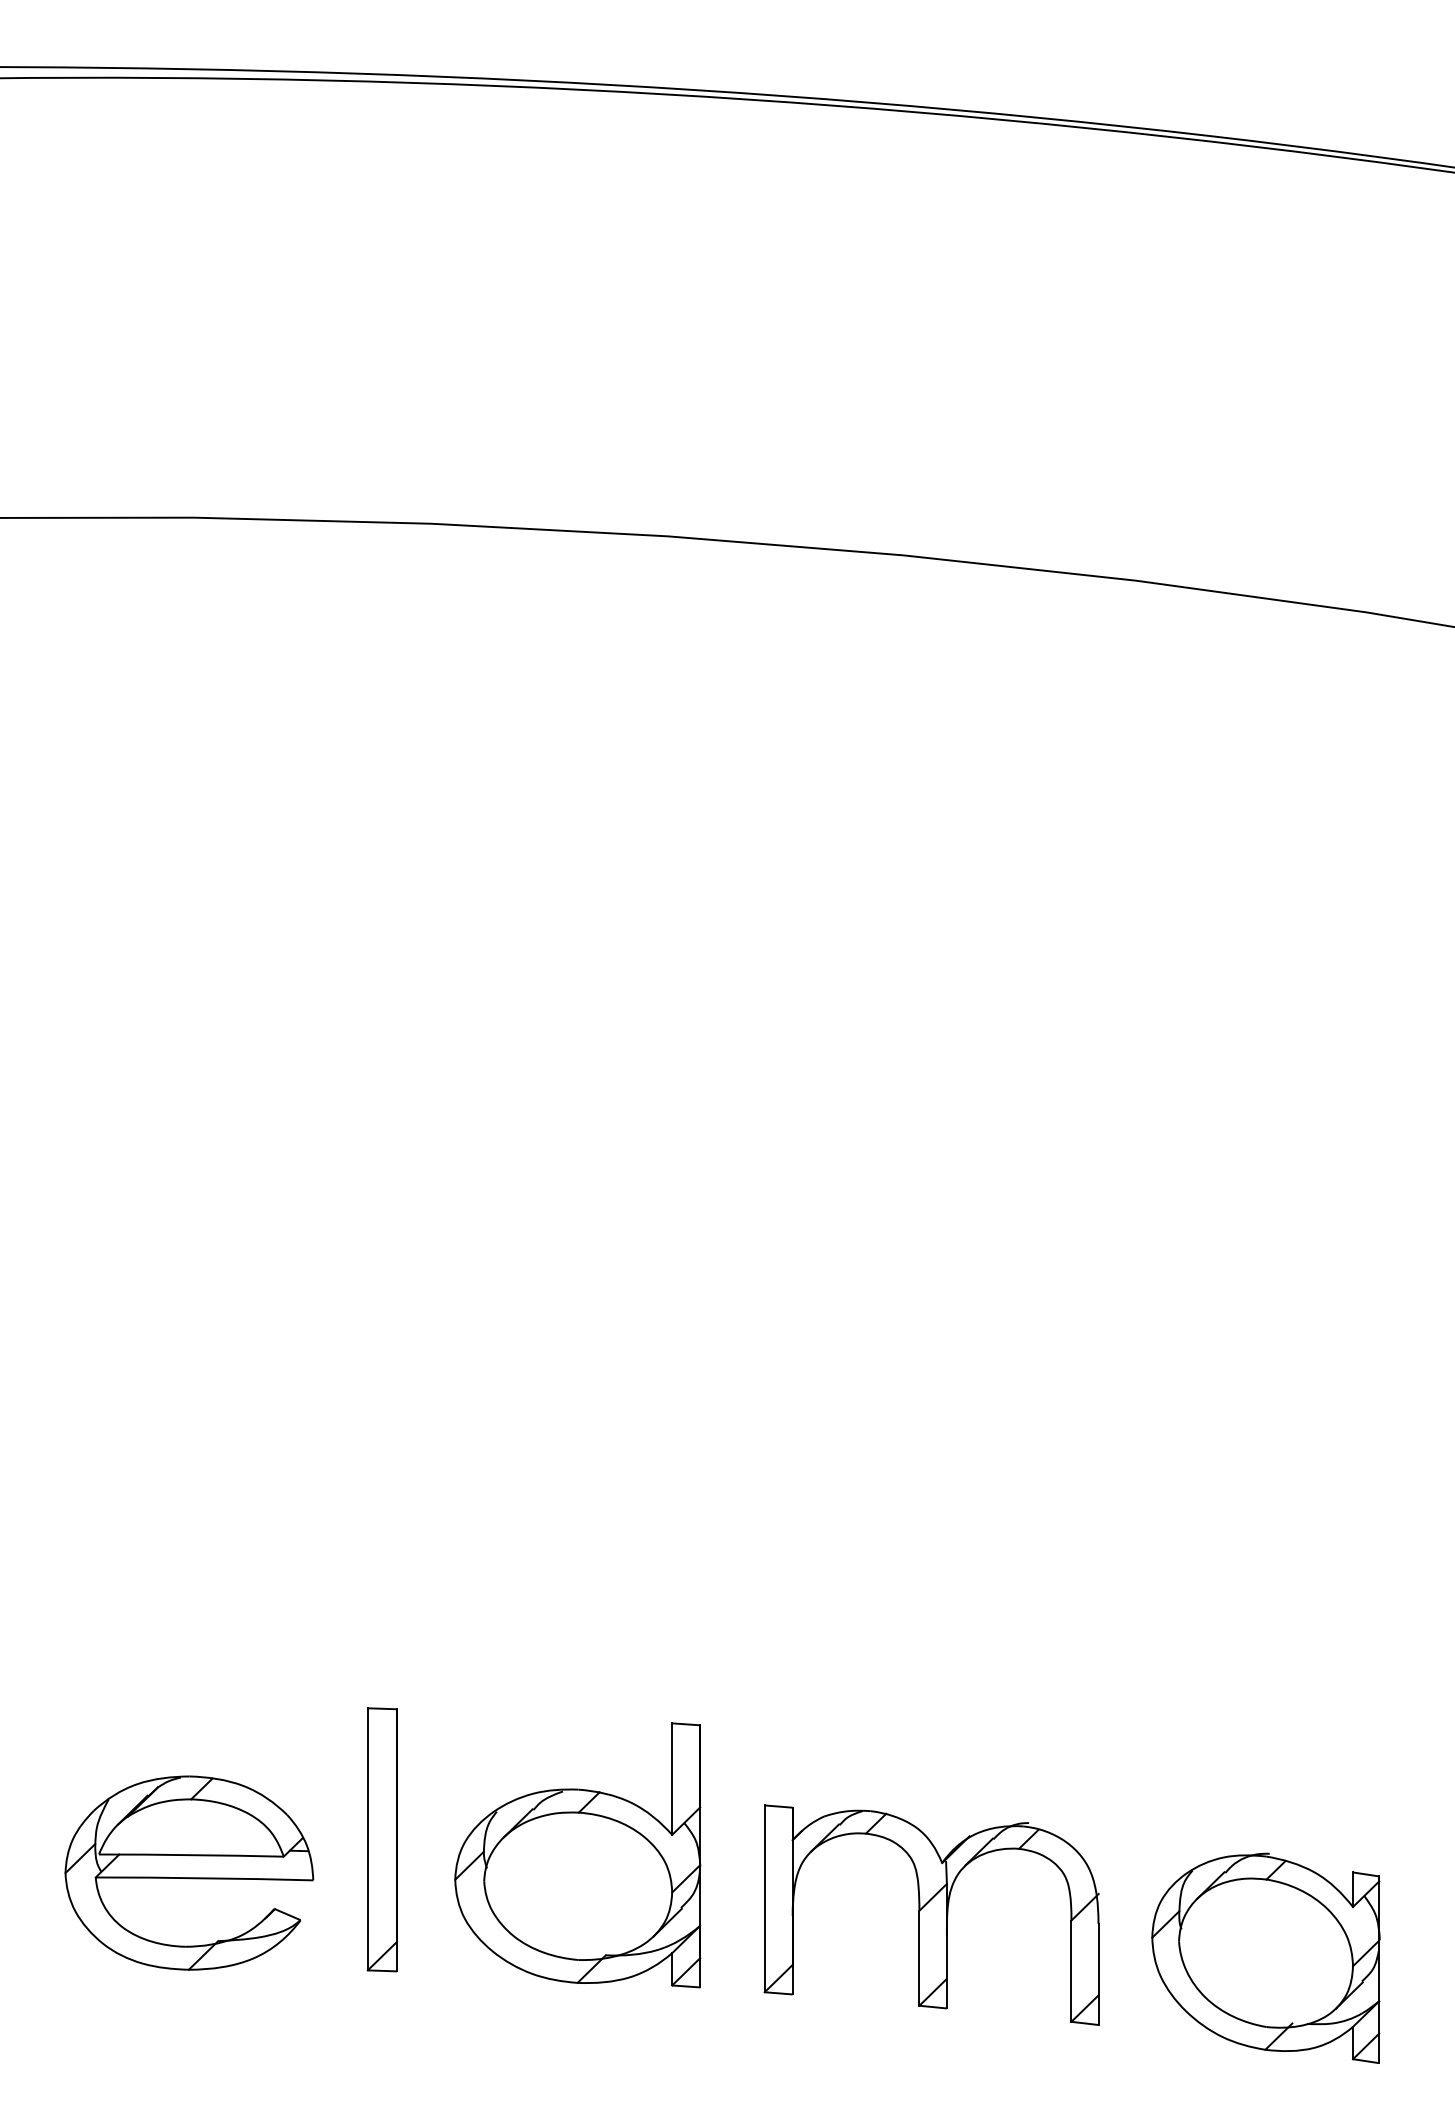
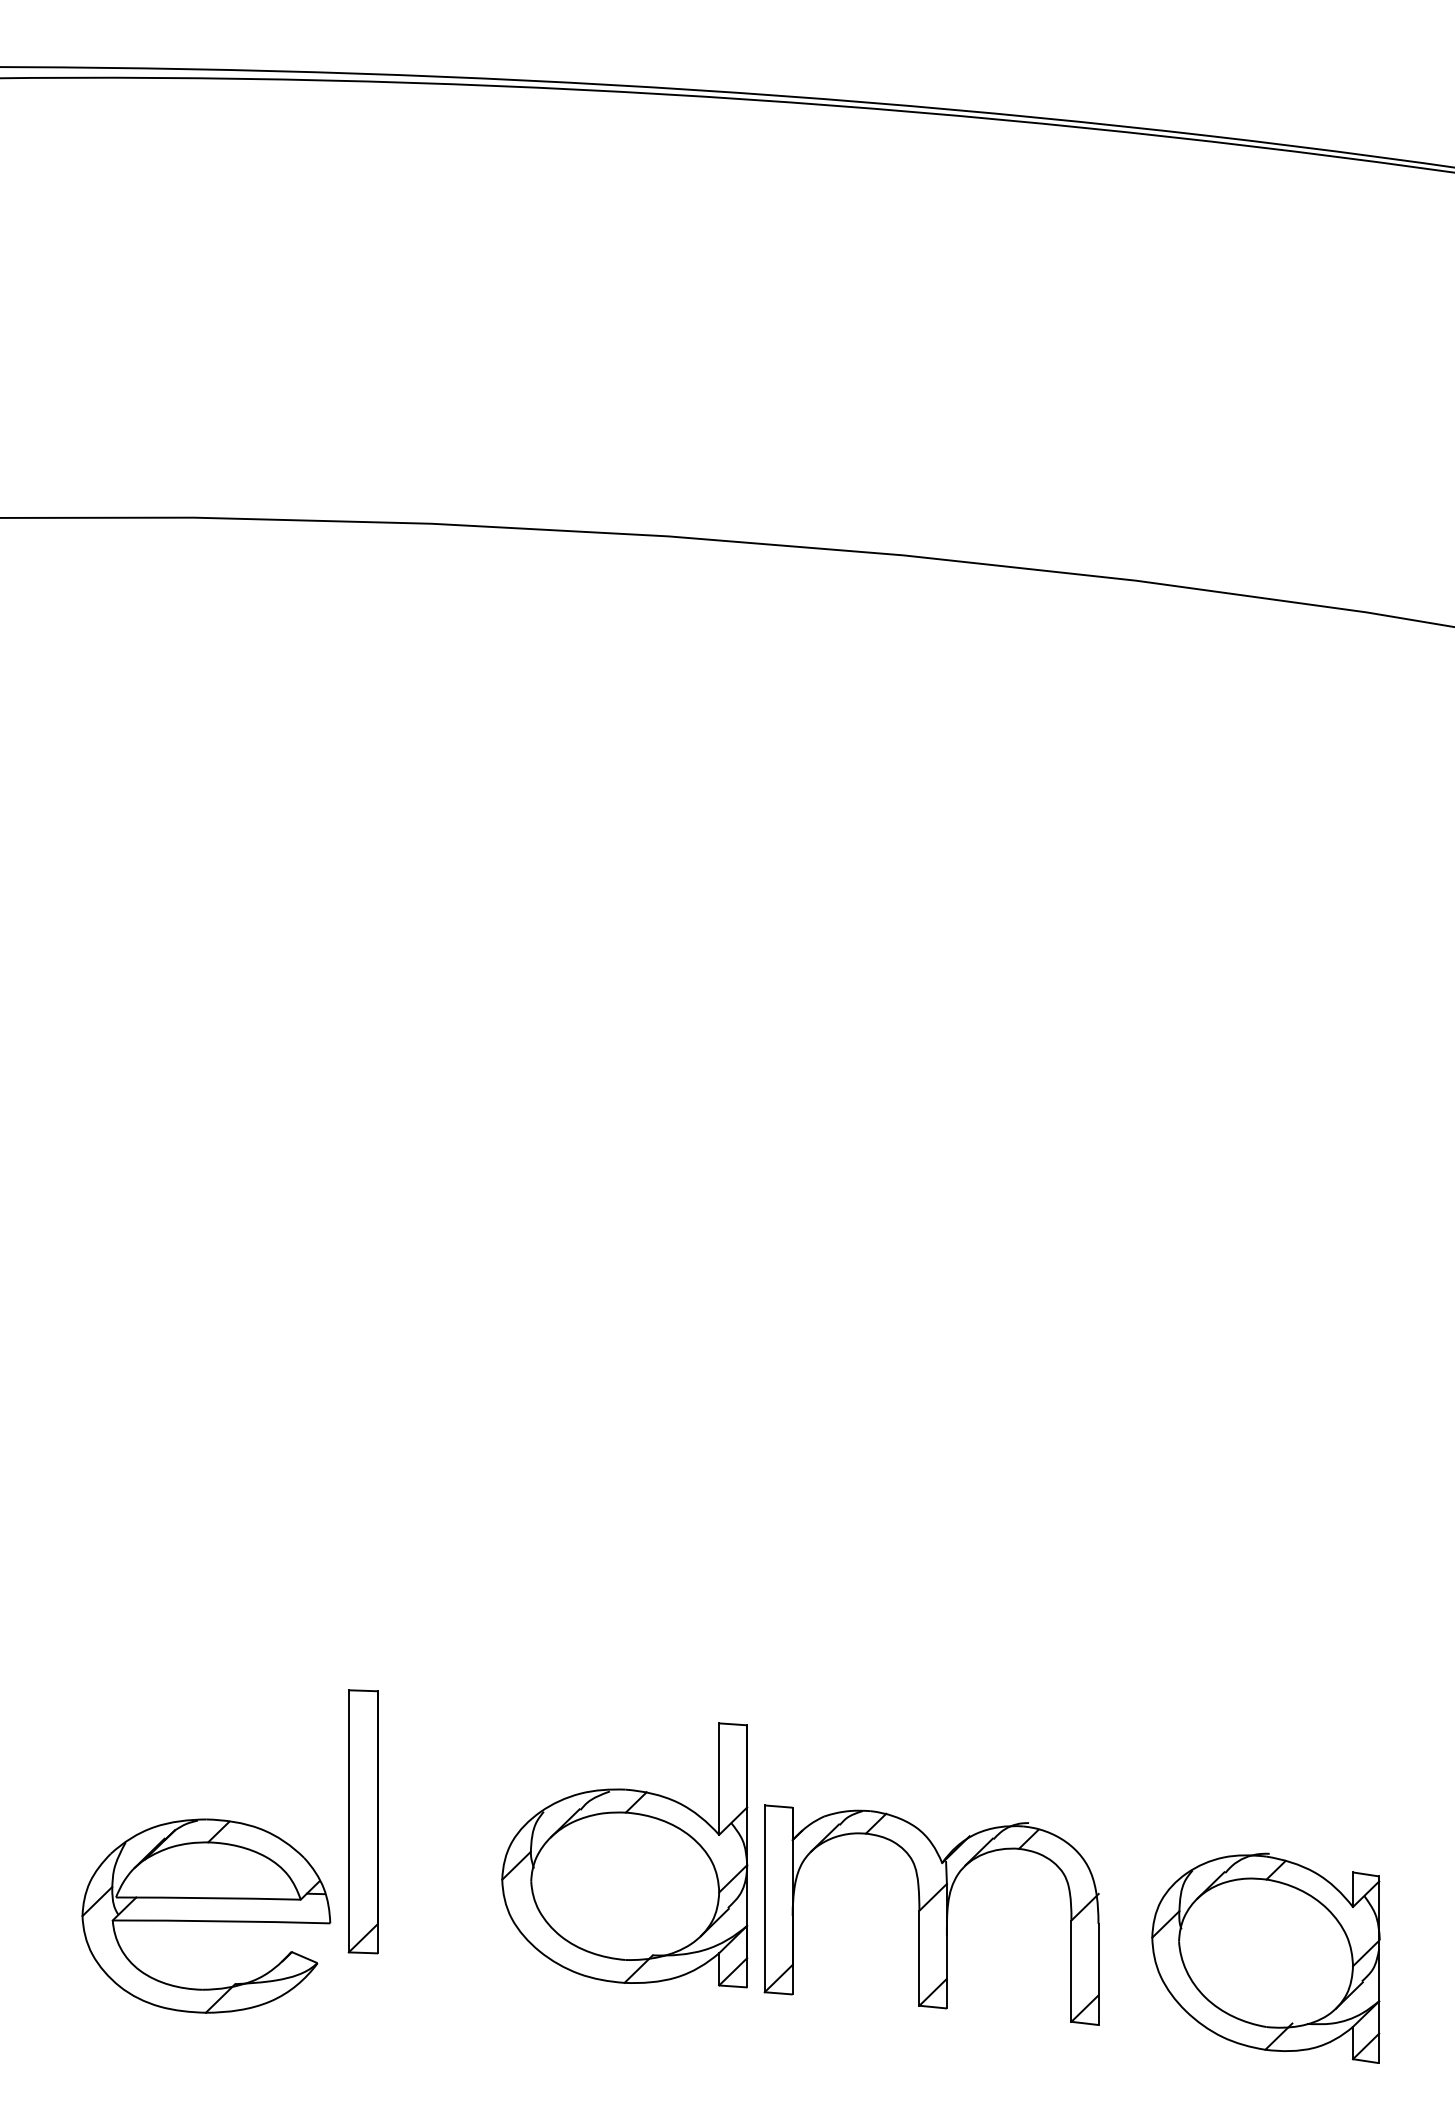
part at (381, 1839) position: (381, 1839) -> (362, 1821)
part at (577, 1855) position: (577, 1855) -> (624, 1855)
part at (189, 1872) position: (189, 1872) -> (206, 1915)
